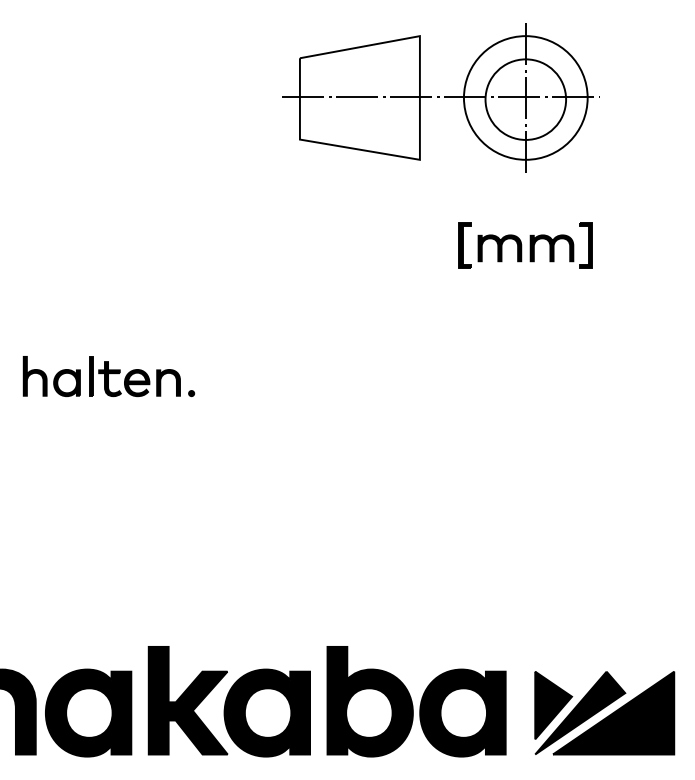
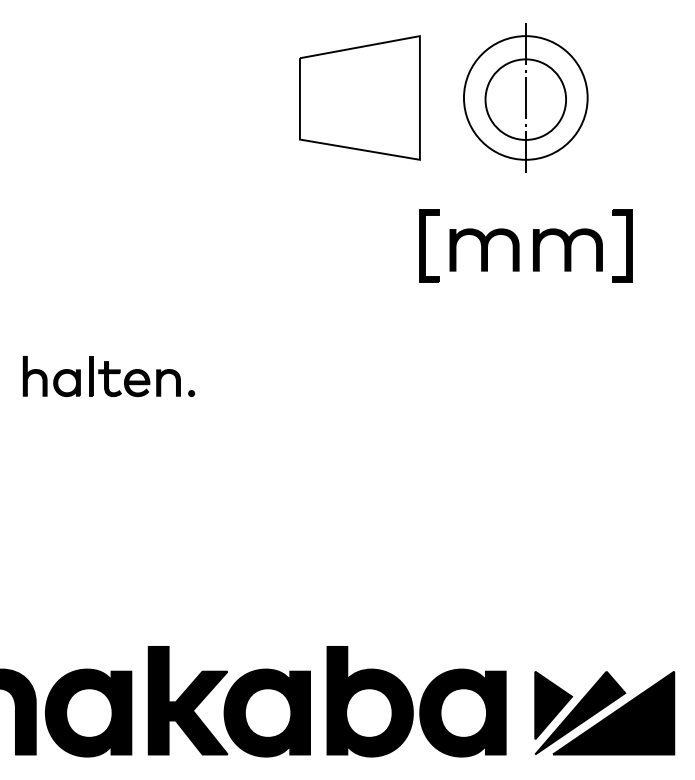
line at (441, 97): present -> none
part at (525, 245) size: 135x47 px -> 214x74 px
